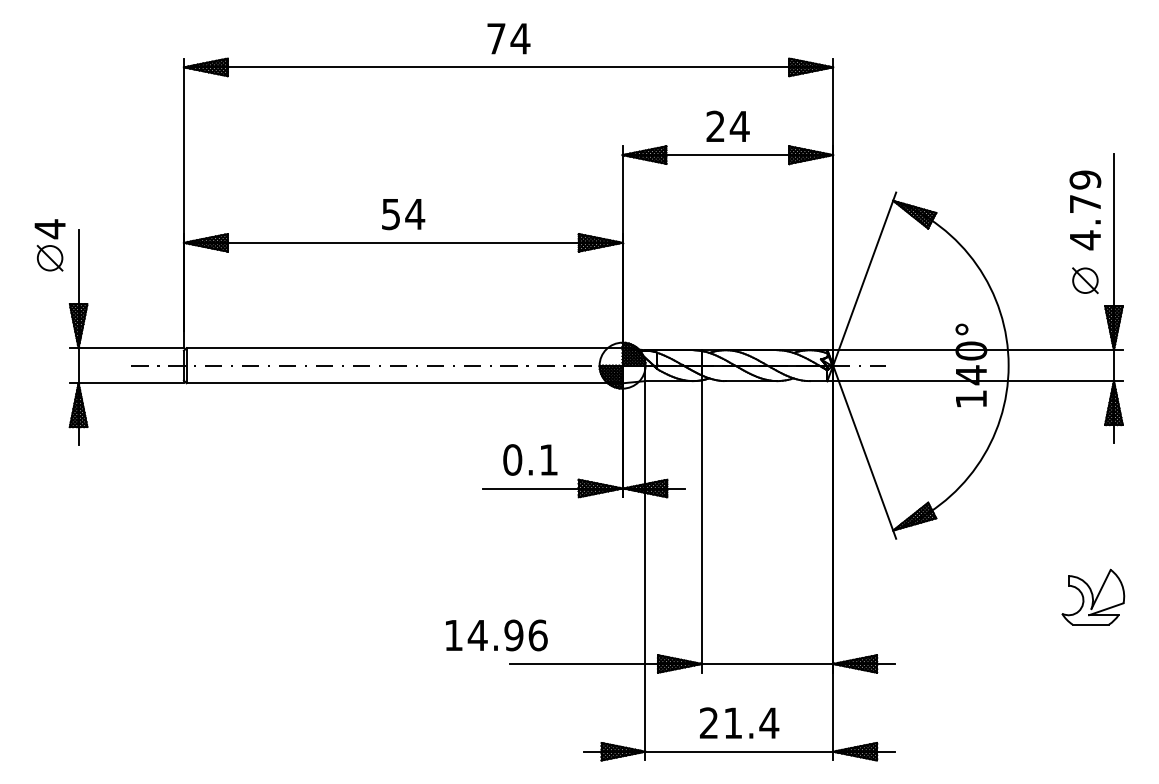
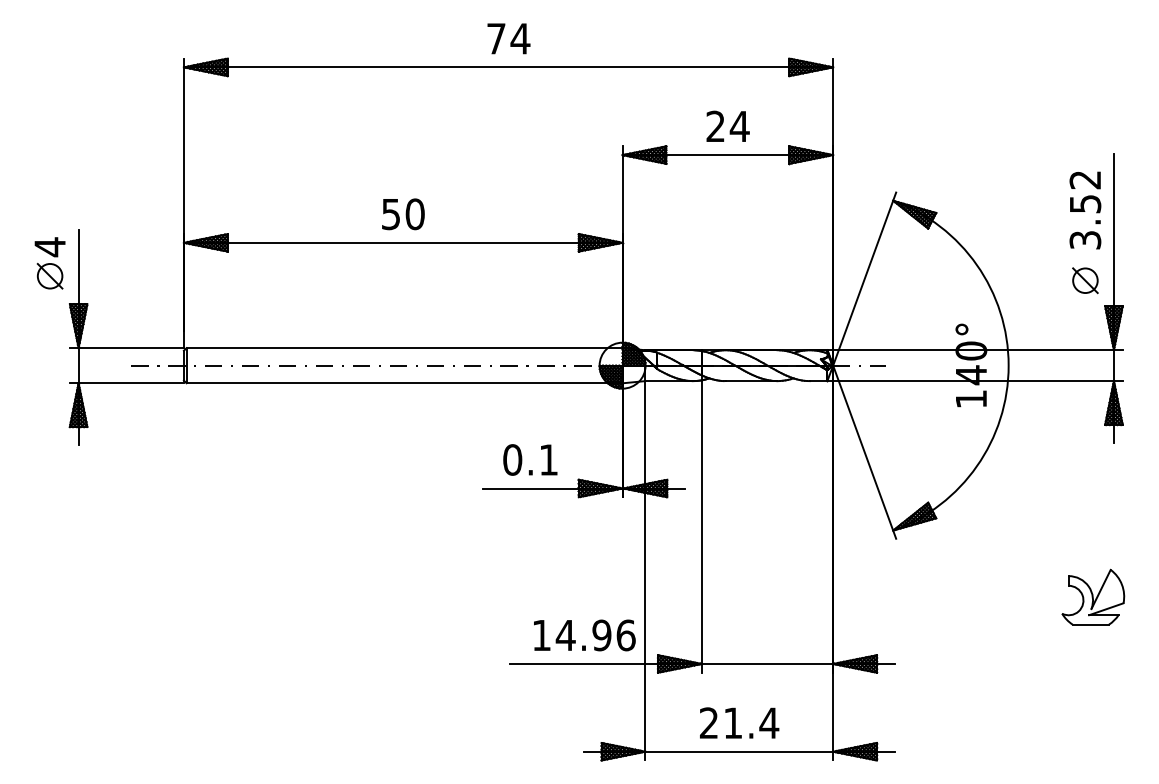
text at (1085, 210): 4.79 -> 3.52
text at (415, 214): 54 -> 50
part at (49, 245) position: (49, 245) -> (49, 263)
text at (496, 635) position: (496, 635) -> (584, 635)
